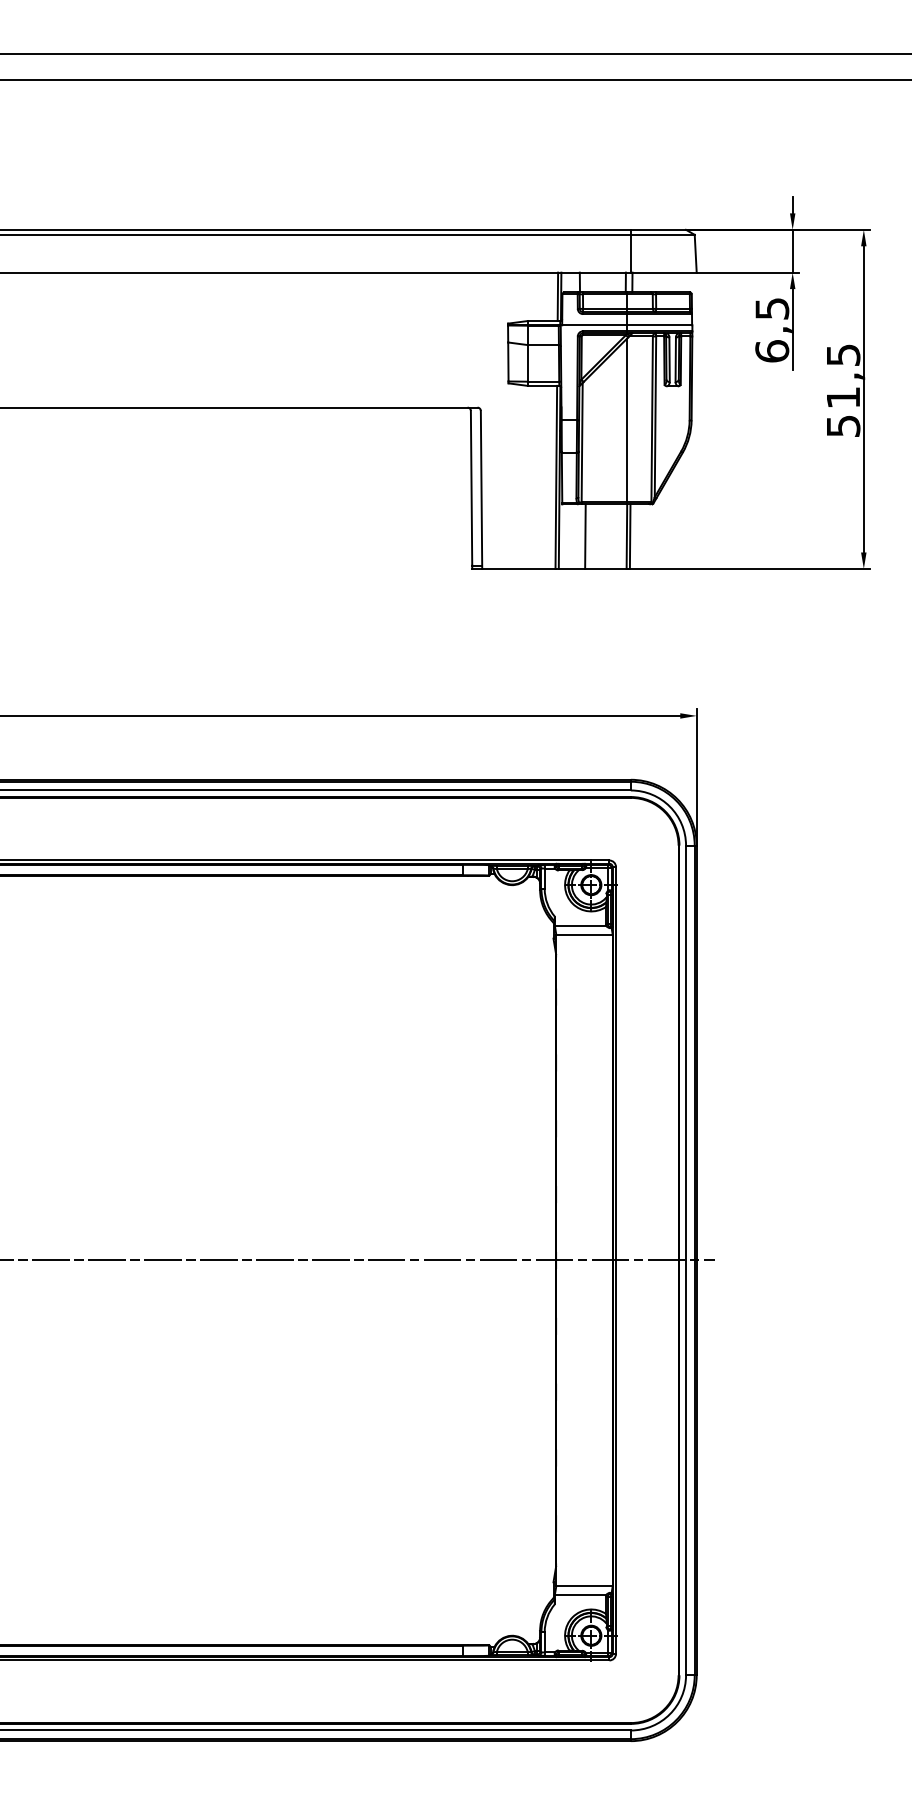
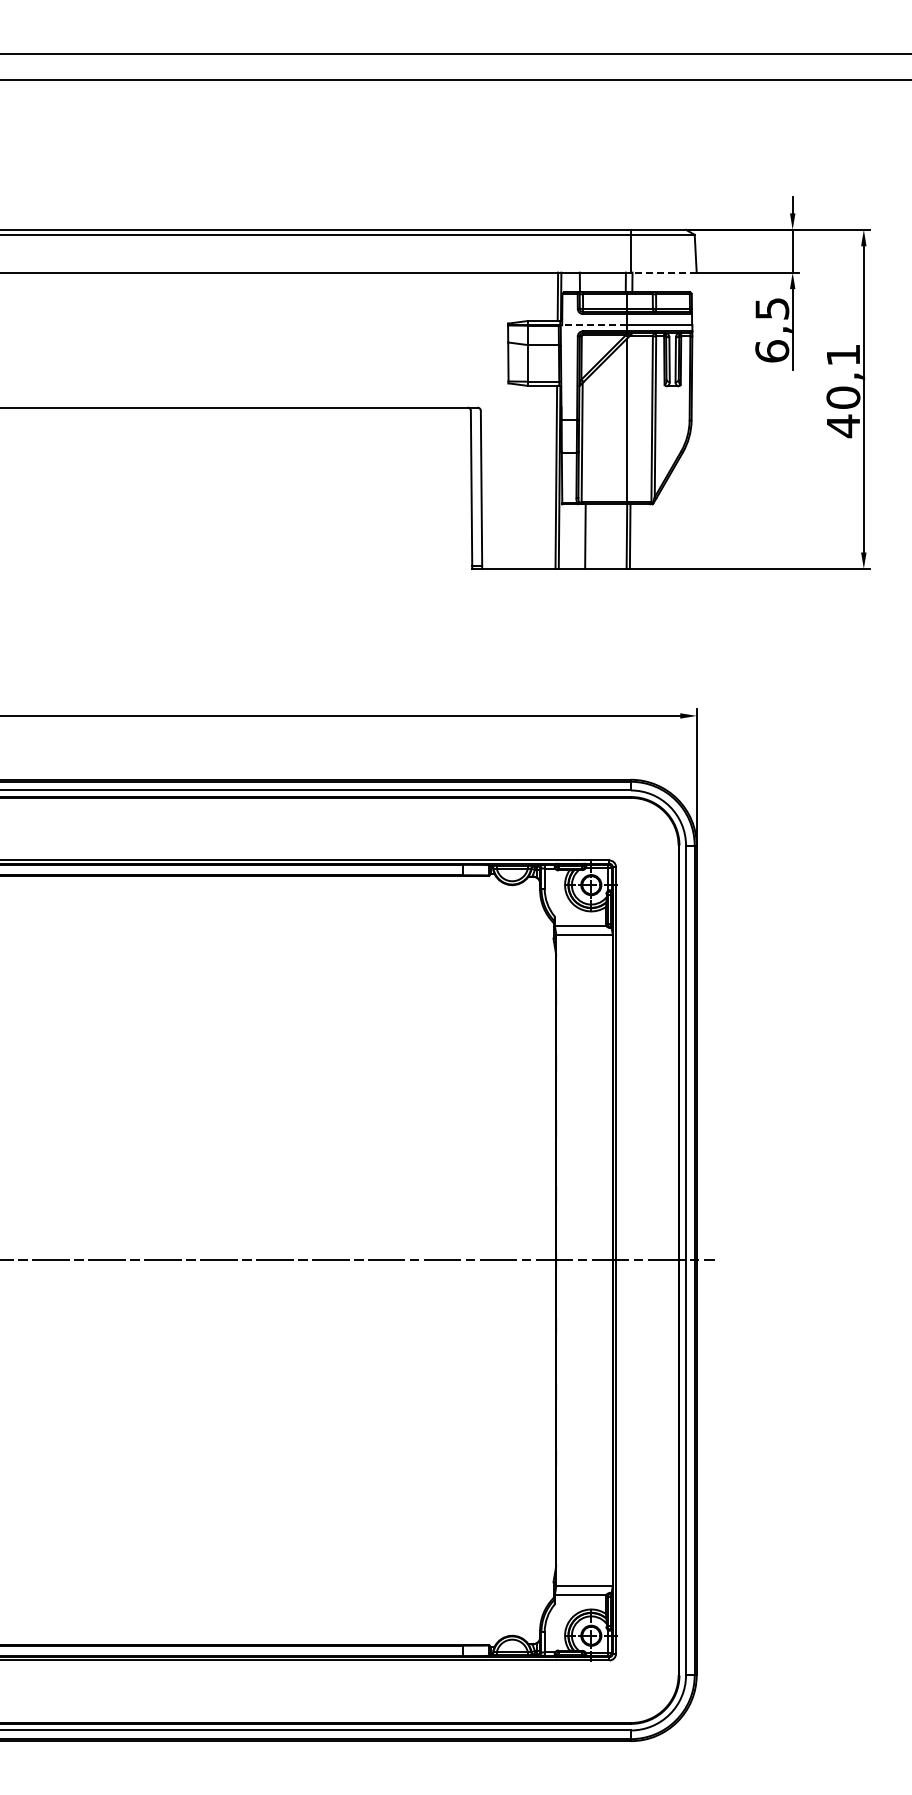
line at (663, 272): solid -> dashed
line at (593, 325): solid -> dashed
text at (843, 391): 51,5 -> 40,1
